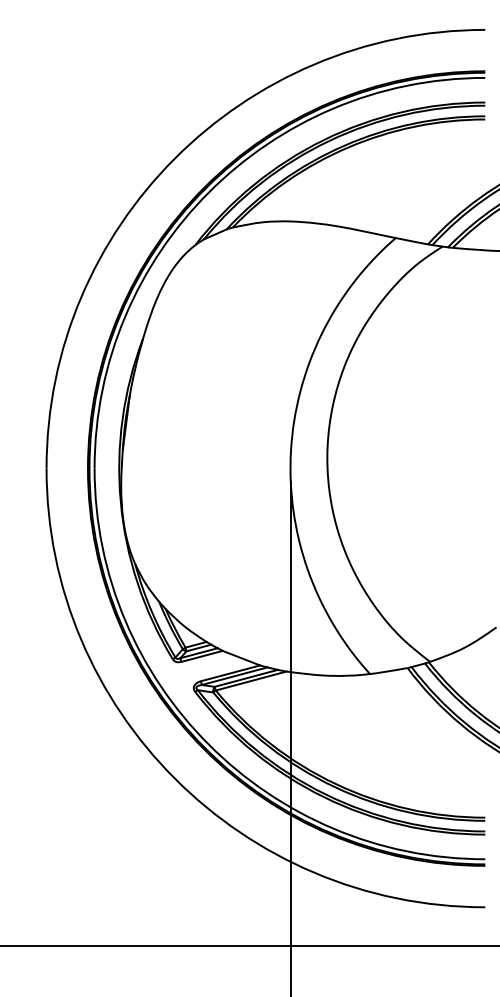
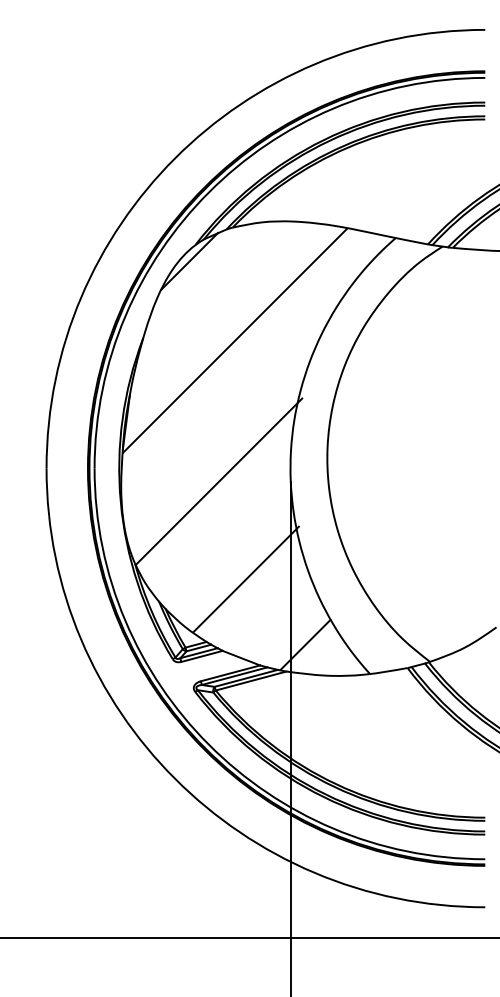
hatch at (234, 449): none -> present
line at (249, 945) position: (249, 945) -> (249, 937)
